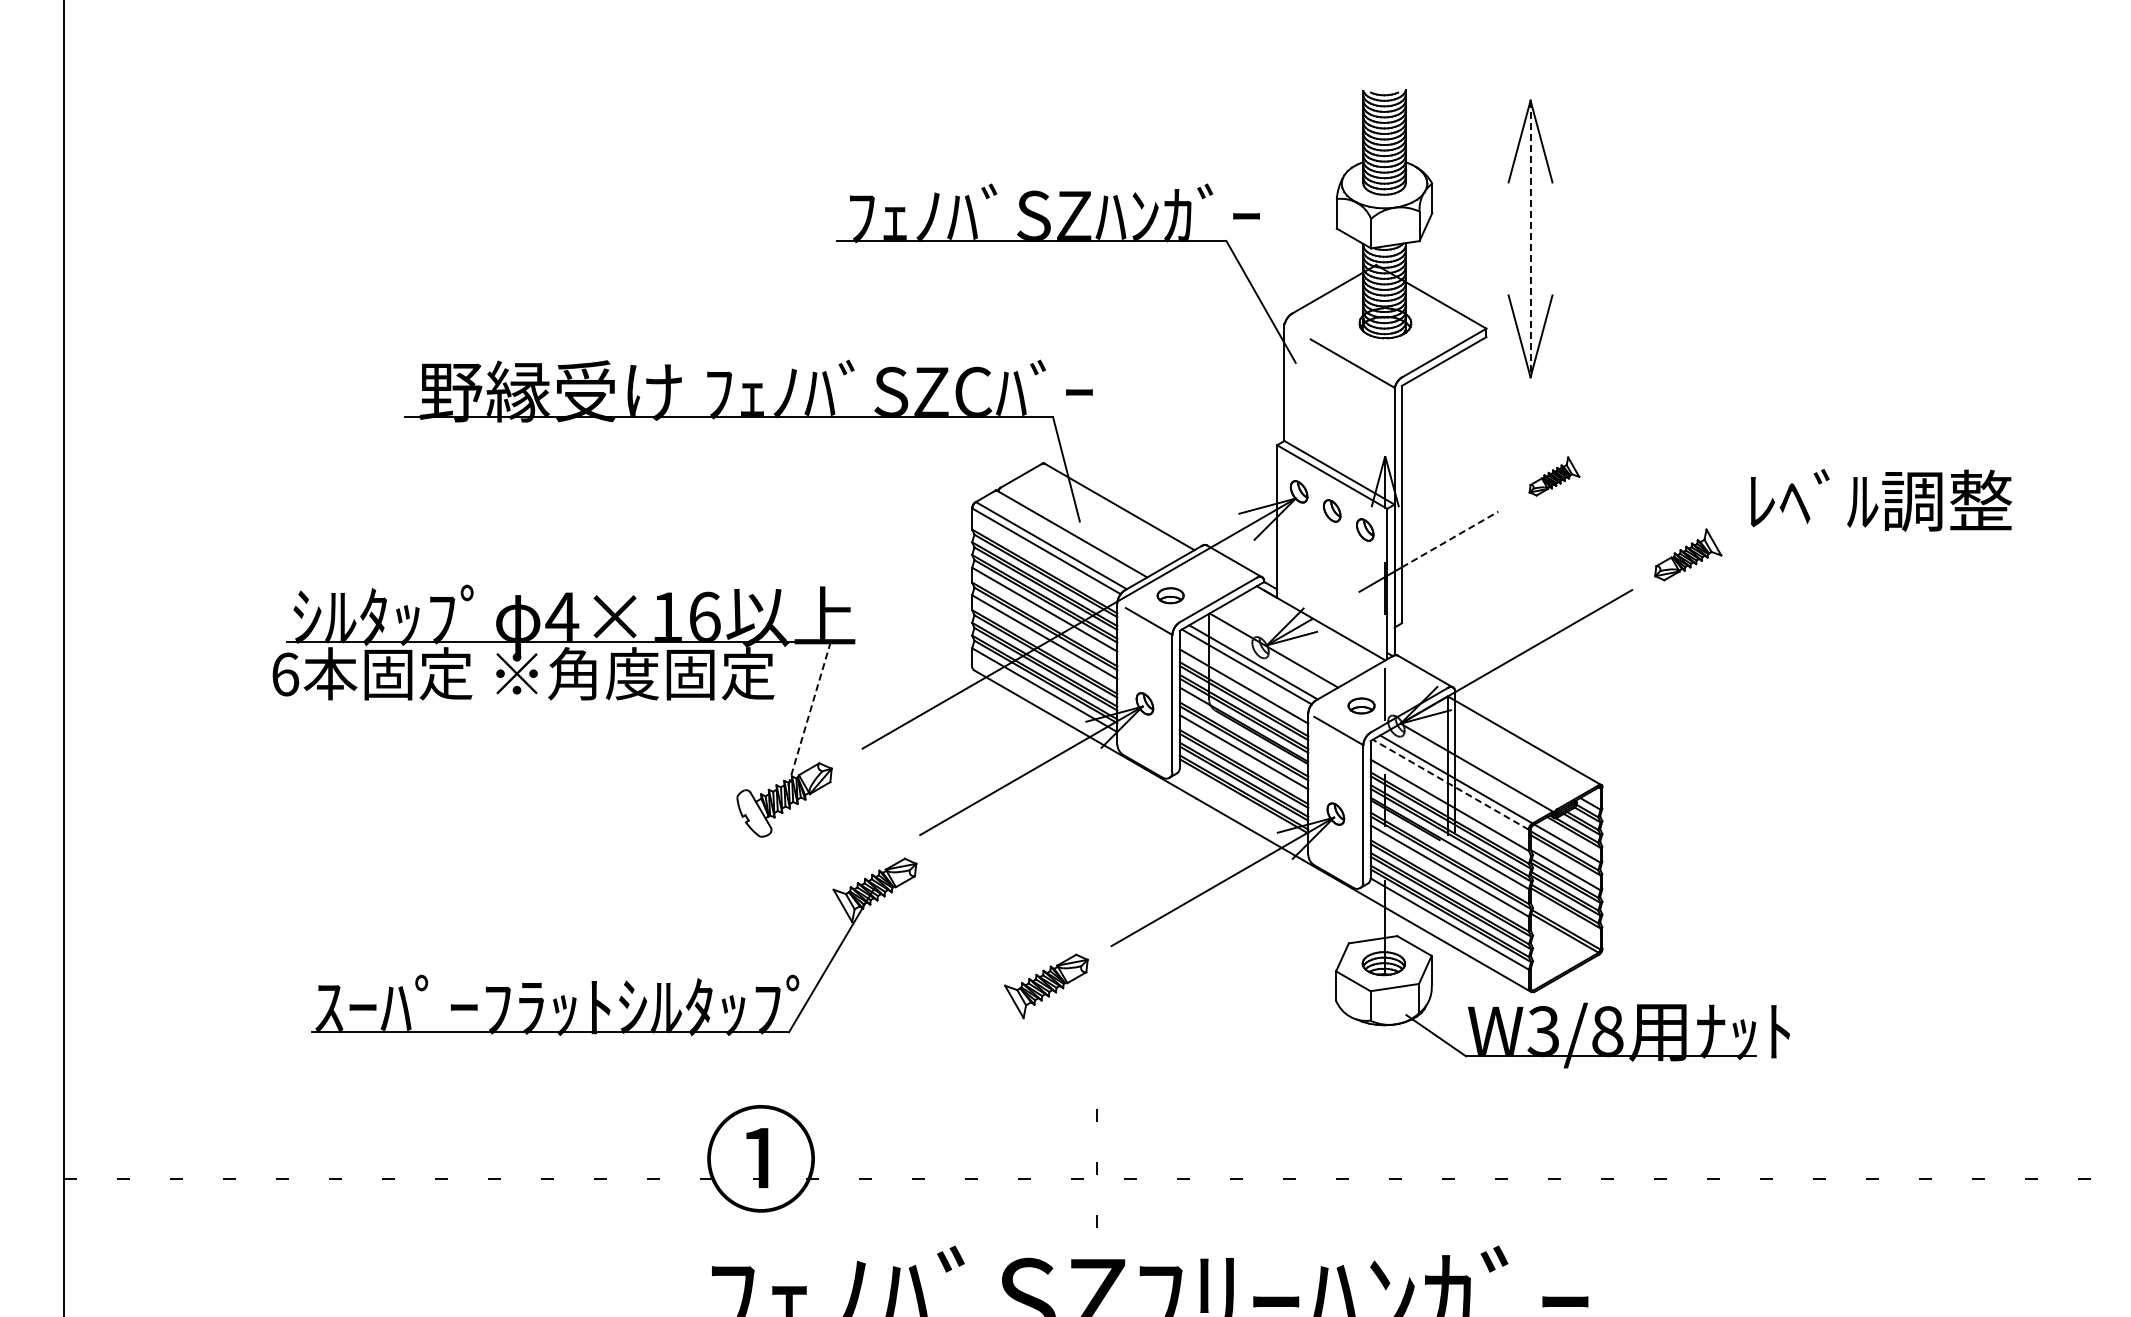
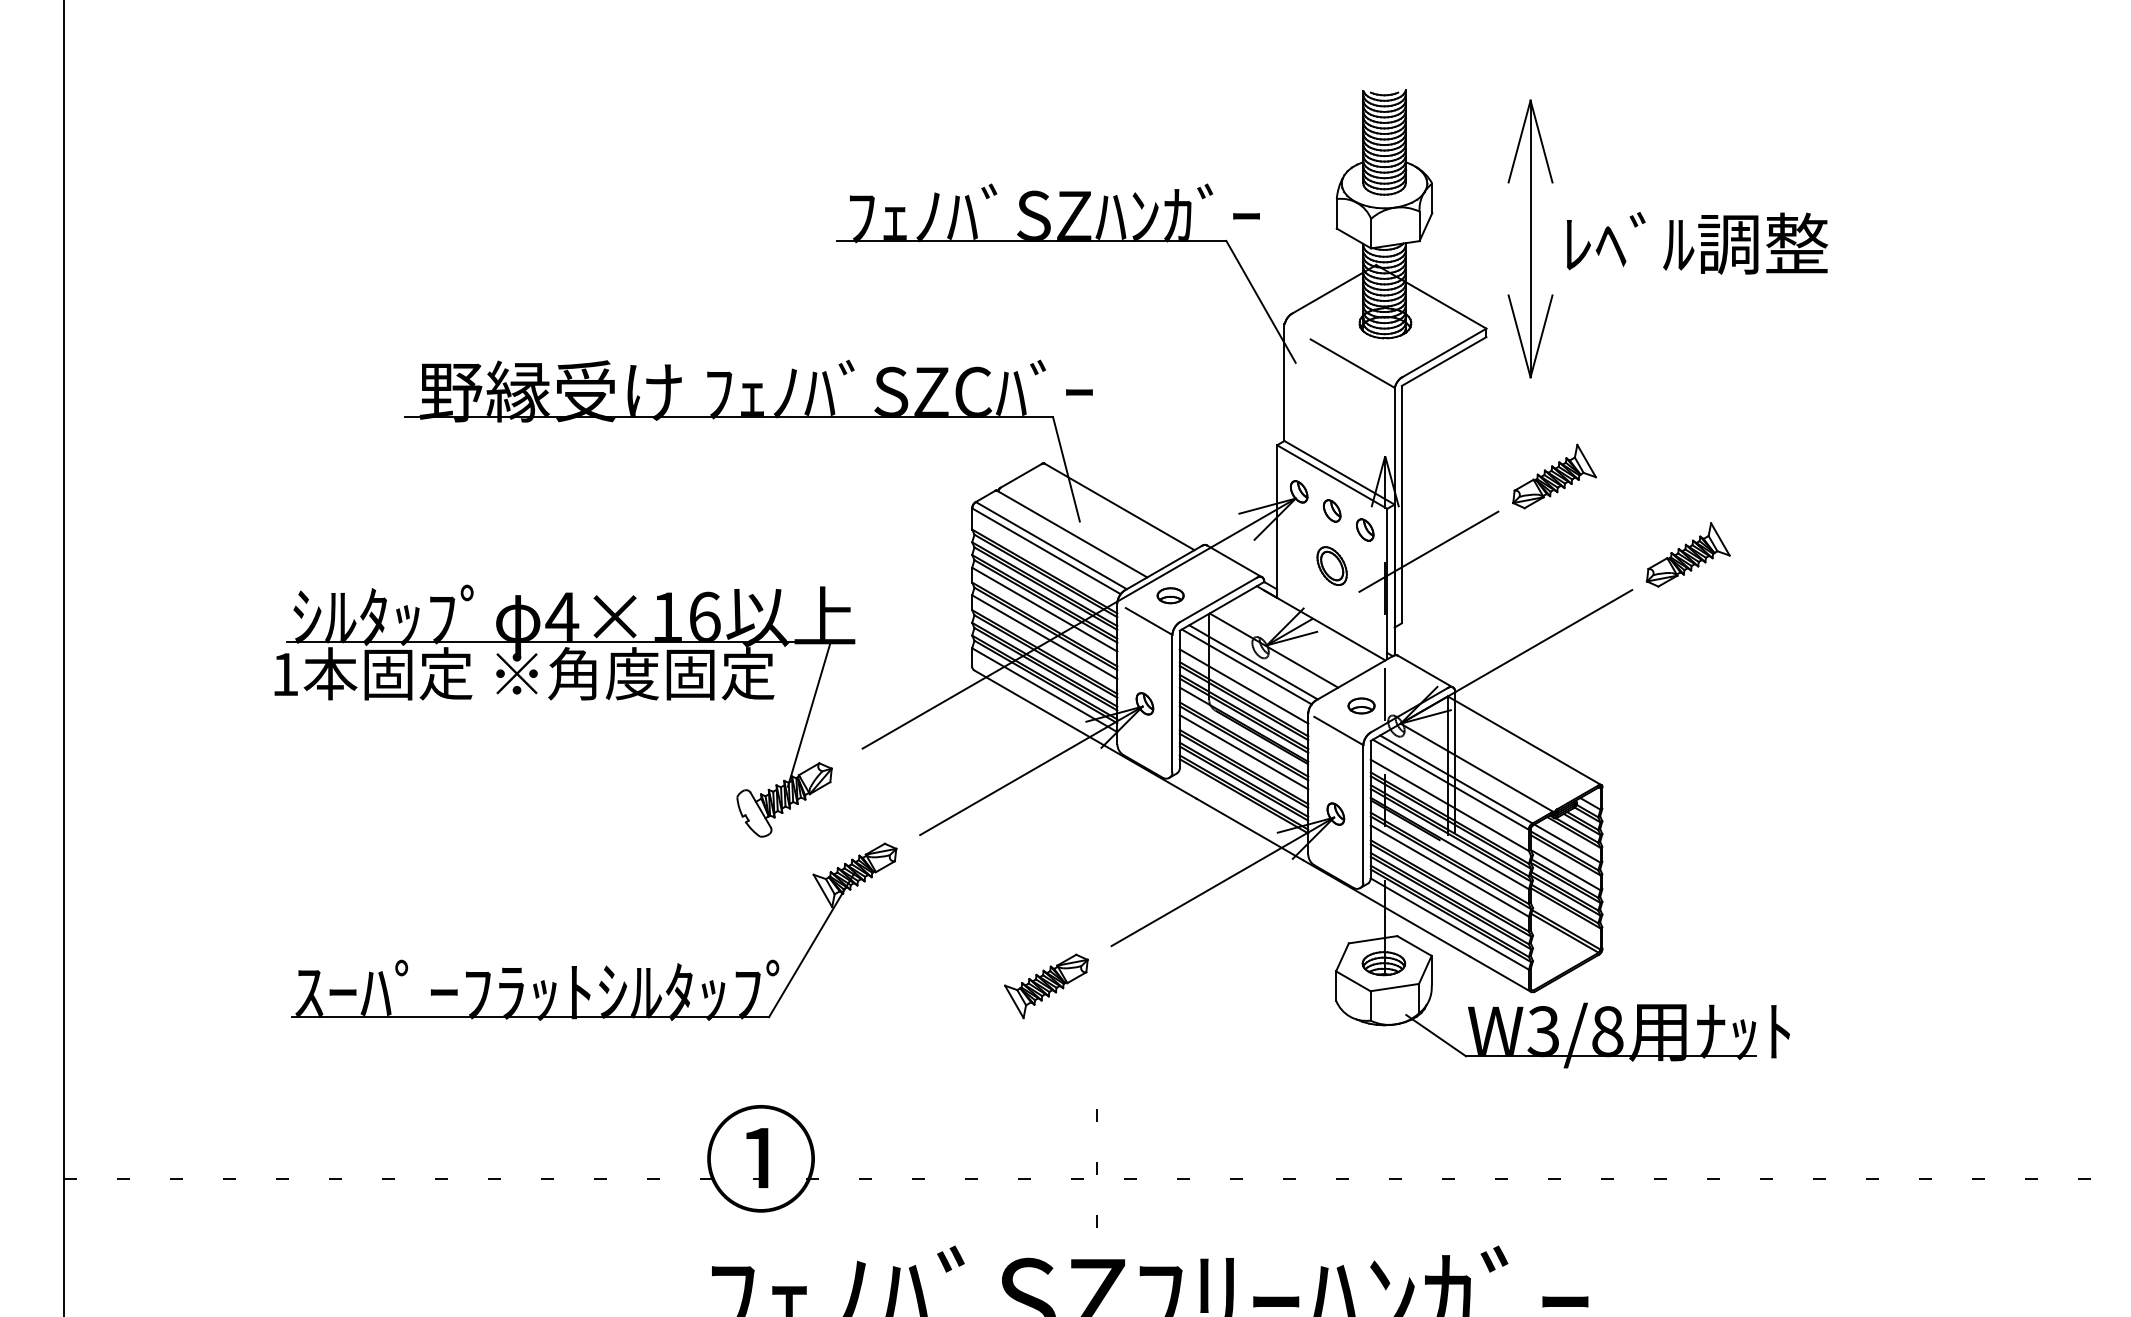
line at (1530, 239): dashed -> solid
part at (1554, 476) size: 53x41 px -> 85x67 px
text at (1881, 500) position: (1881, 500) -> (1697, 243)
line at (1450, 539): dashed -> solid
part at (1688, 554) size: 69x54 px -> 86x66 px
part at (1331, 565): none -> present
text at (285, 674): 6 -> 1
line at (809, 714): dashed -> solid
line at (1450, 784): dashed -> solid
part at (626, 980) position: (626, 980) -> (606, 965)
